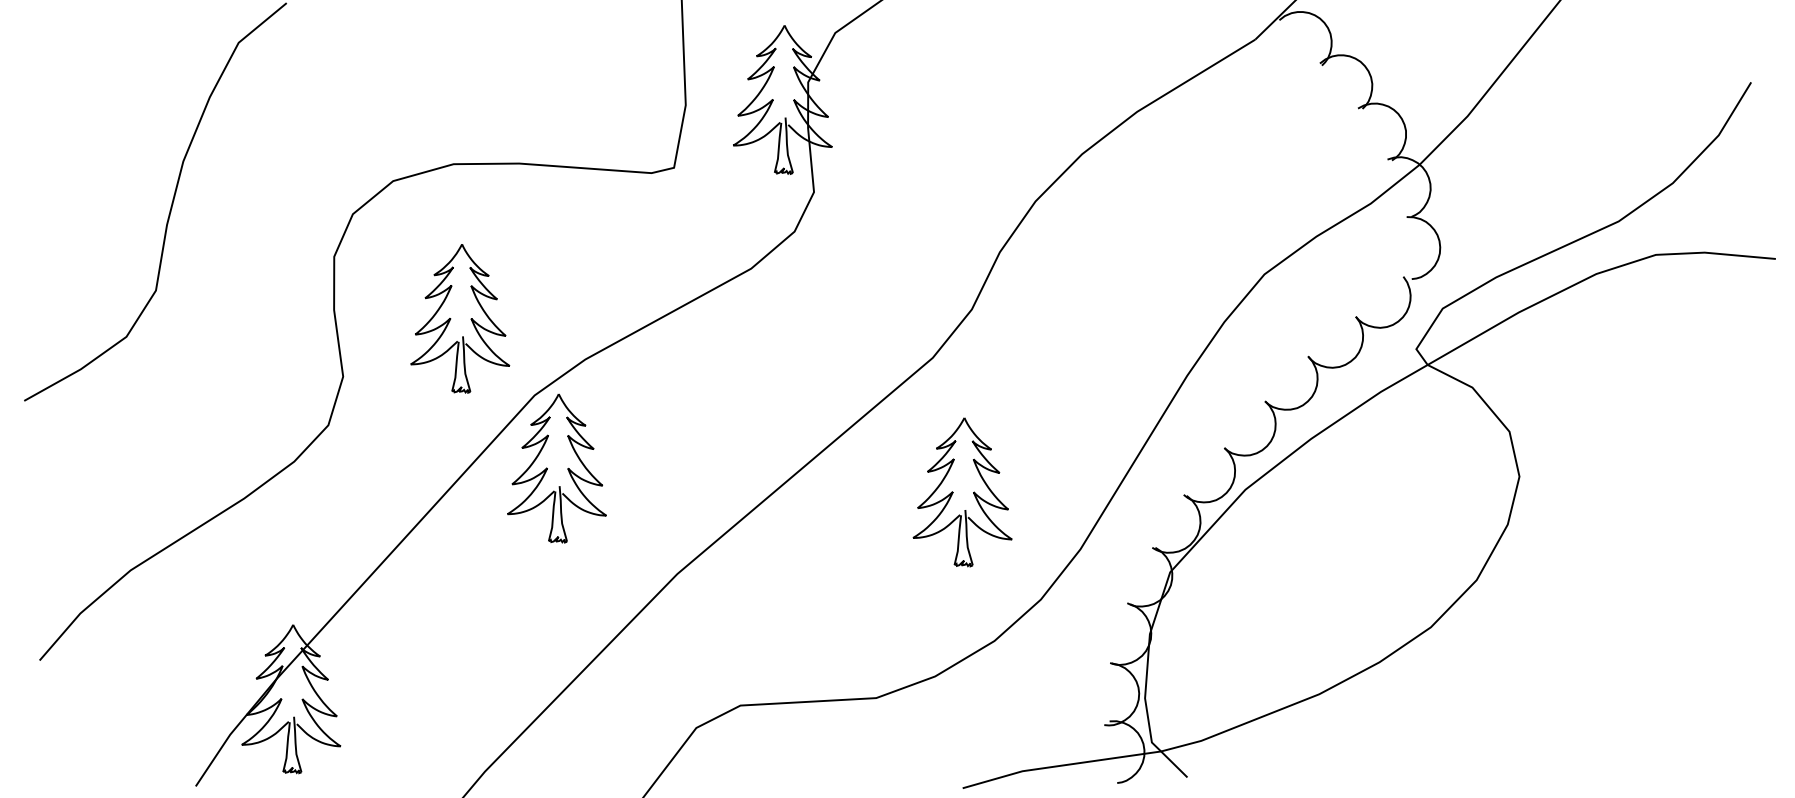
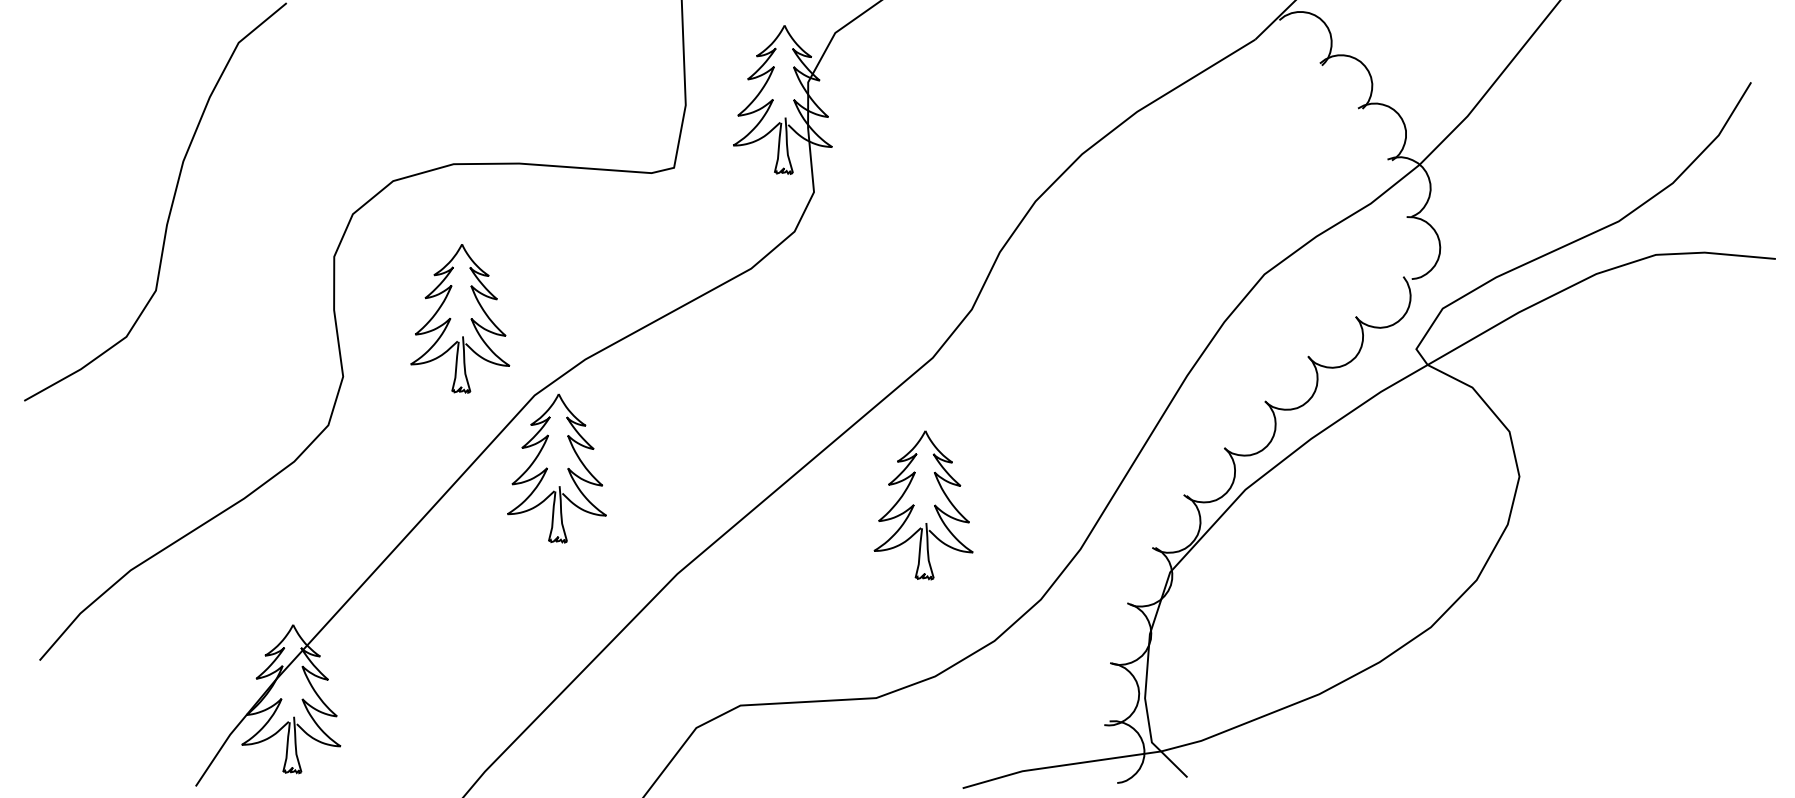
part at (962, 492) position: (962, 492) -> (923, 505)
